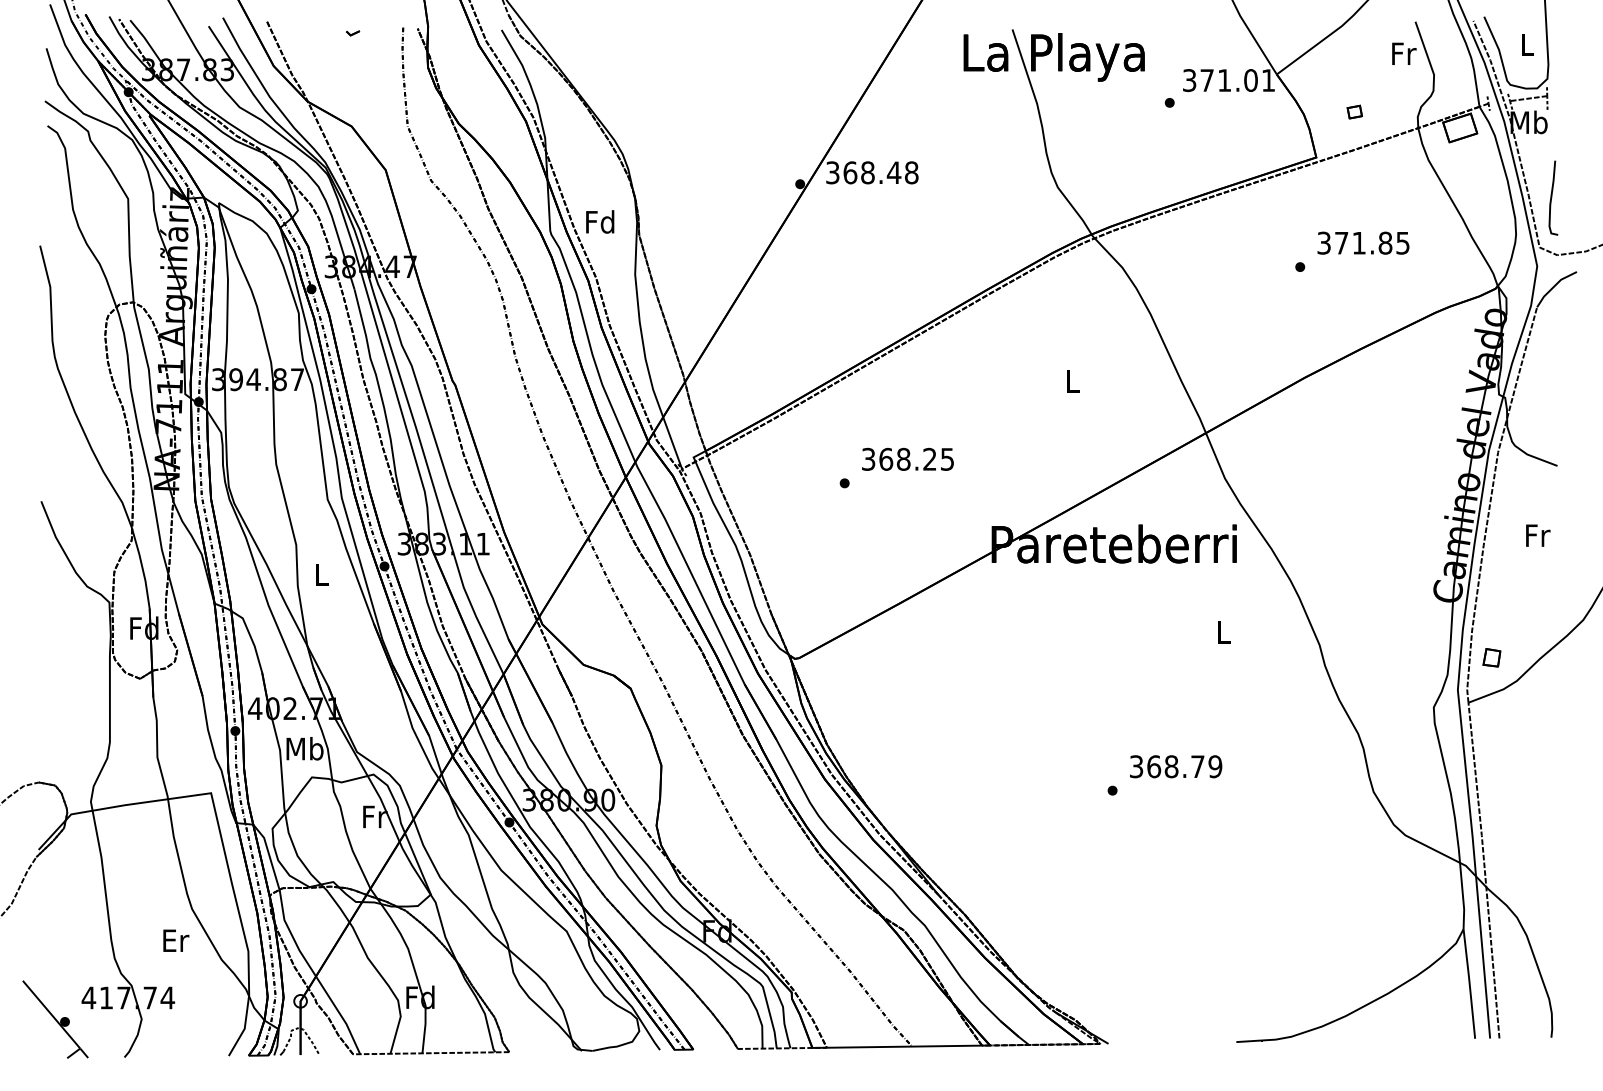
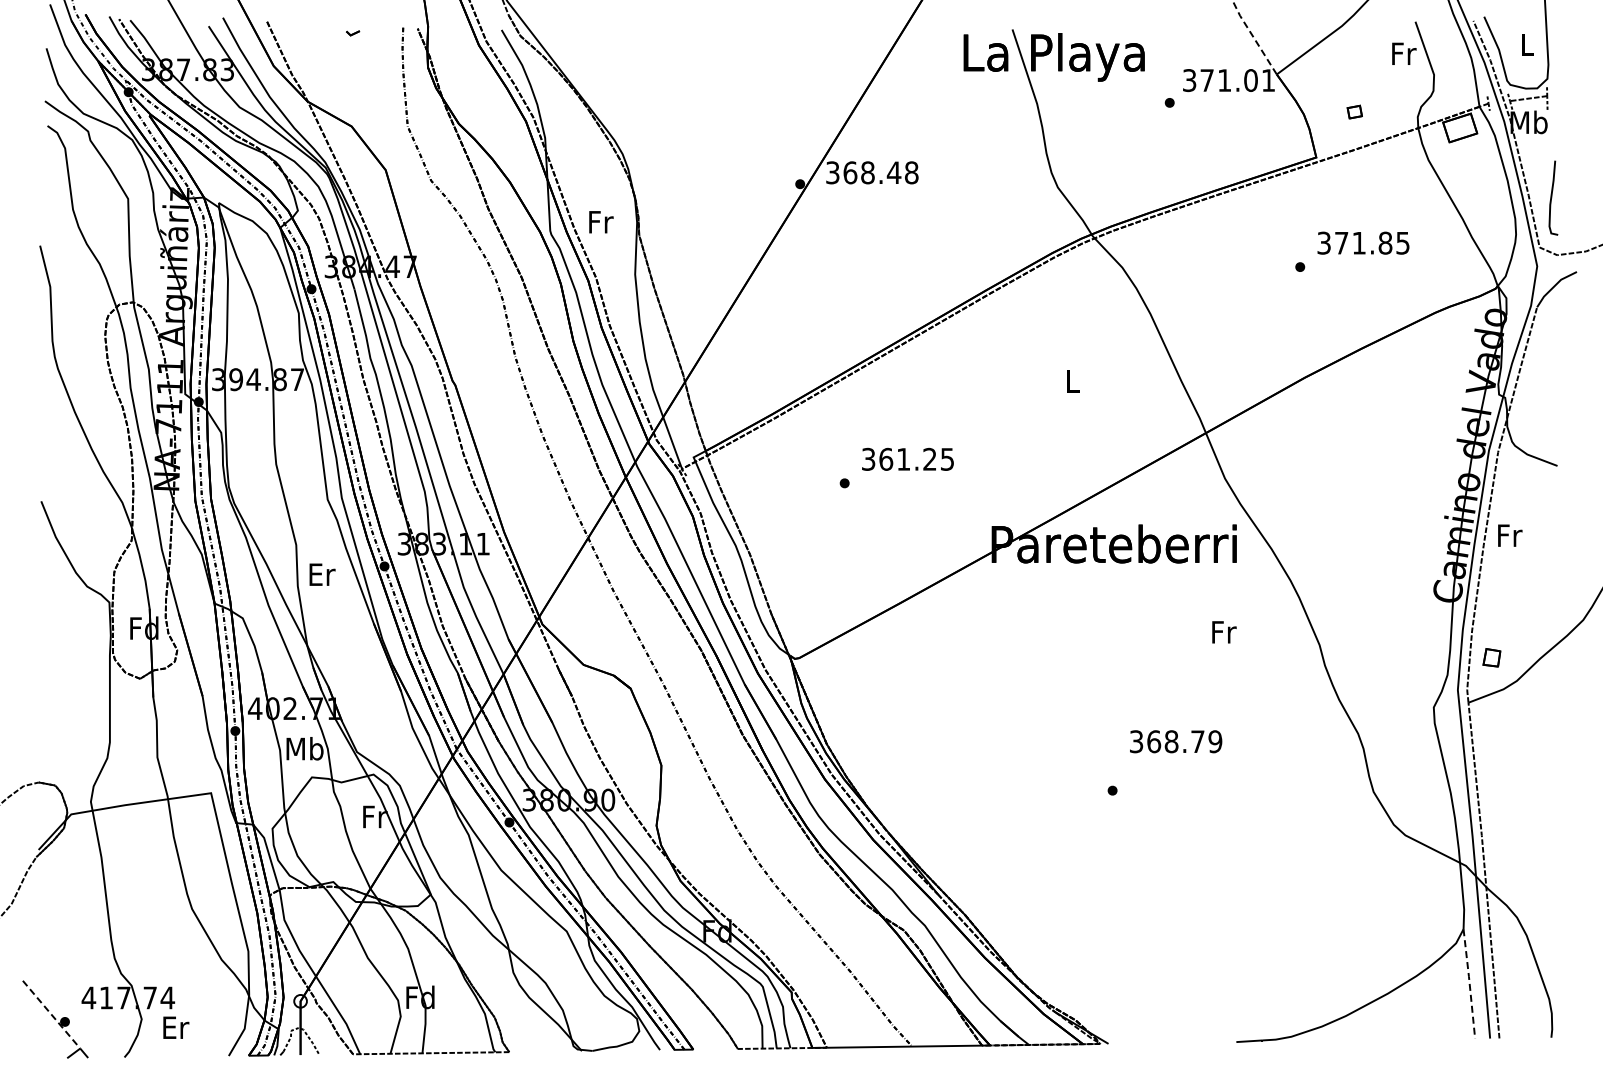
line at (1253, 37): solid -> dashed
text at (600, 221): Fd -> Fr
text at (903, 458): 368.25 -> 361.25
text at (1538, 535) position: (1538, 535) -> (1510, 535)
text at (322, 574): L -> Er
text at (1224, 632): L -> Fr
text at (1176, 766) position: (1176, 766) -> (1176, 741)
text at (176, 940) position: (176, 940) -> (176, 1027)
line at (1469, 983): solid -> dashed
line at (51, 1015): solid -> dashed
